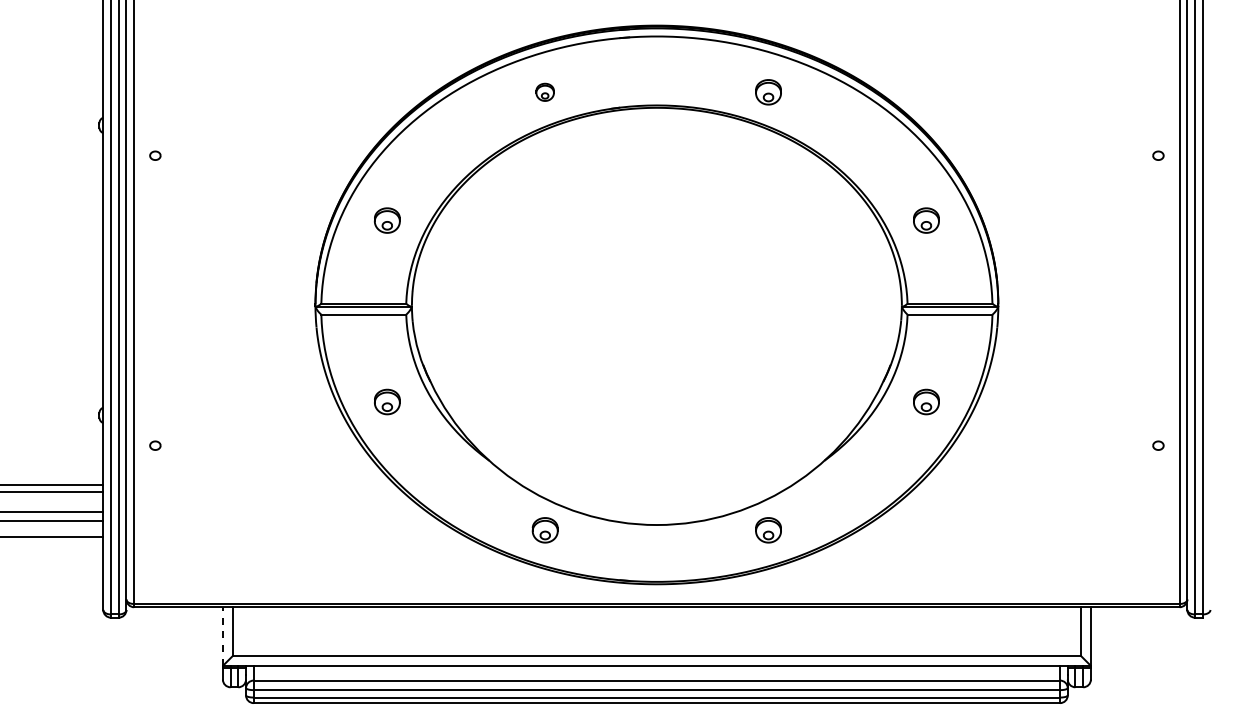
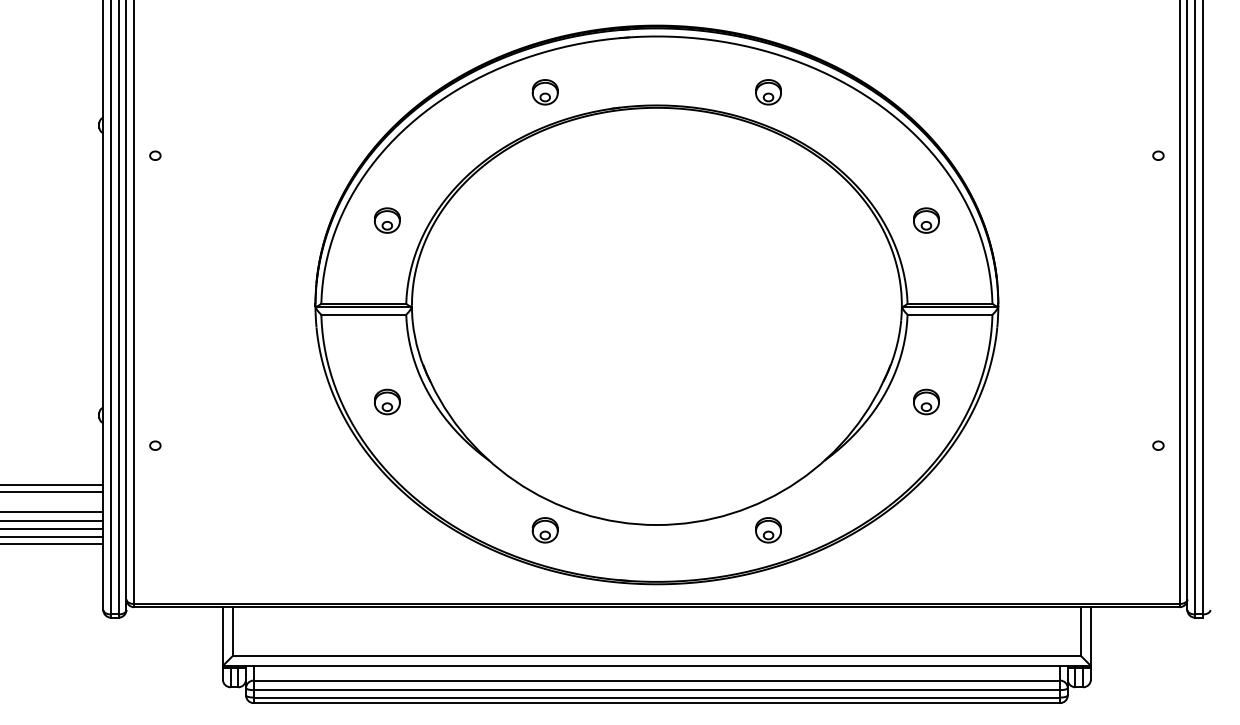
part at (544, 91) size: 20x20 px -> 28x27 px
line at (52, 528): none -> present
line at (52, 544): none -> present
line at (222, 636): dashed -> solid
